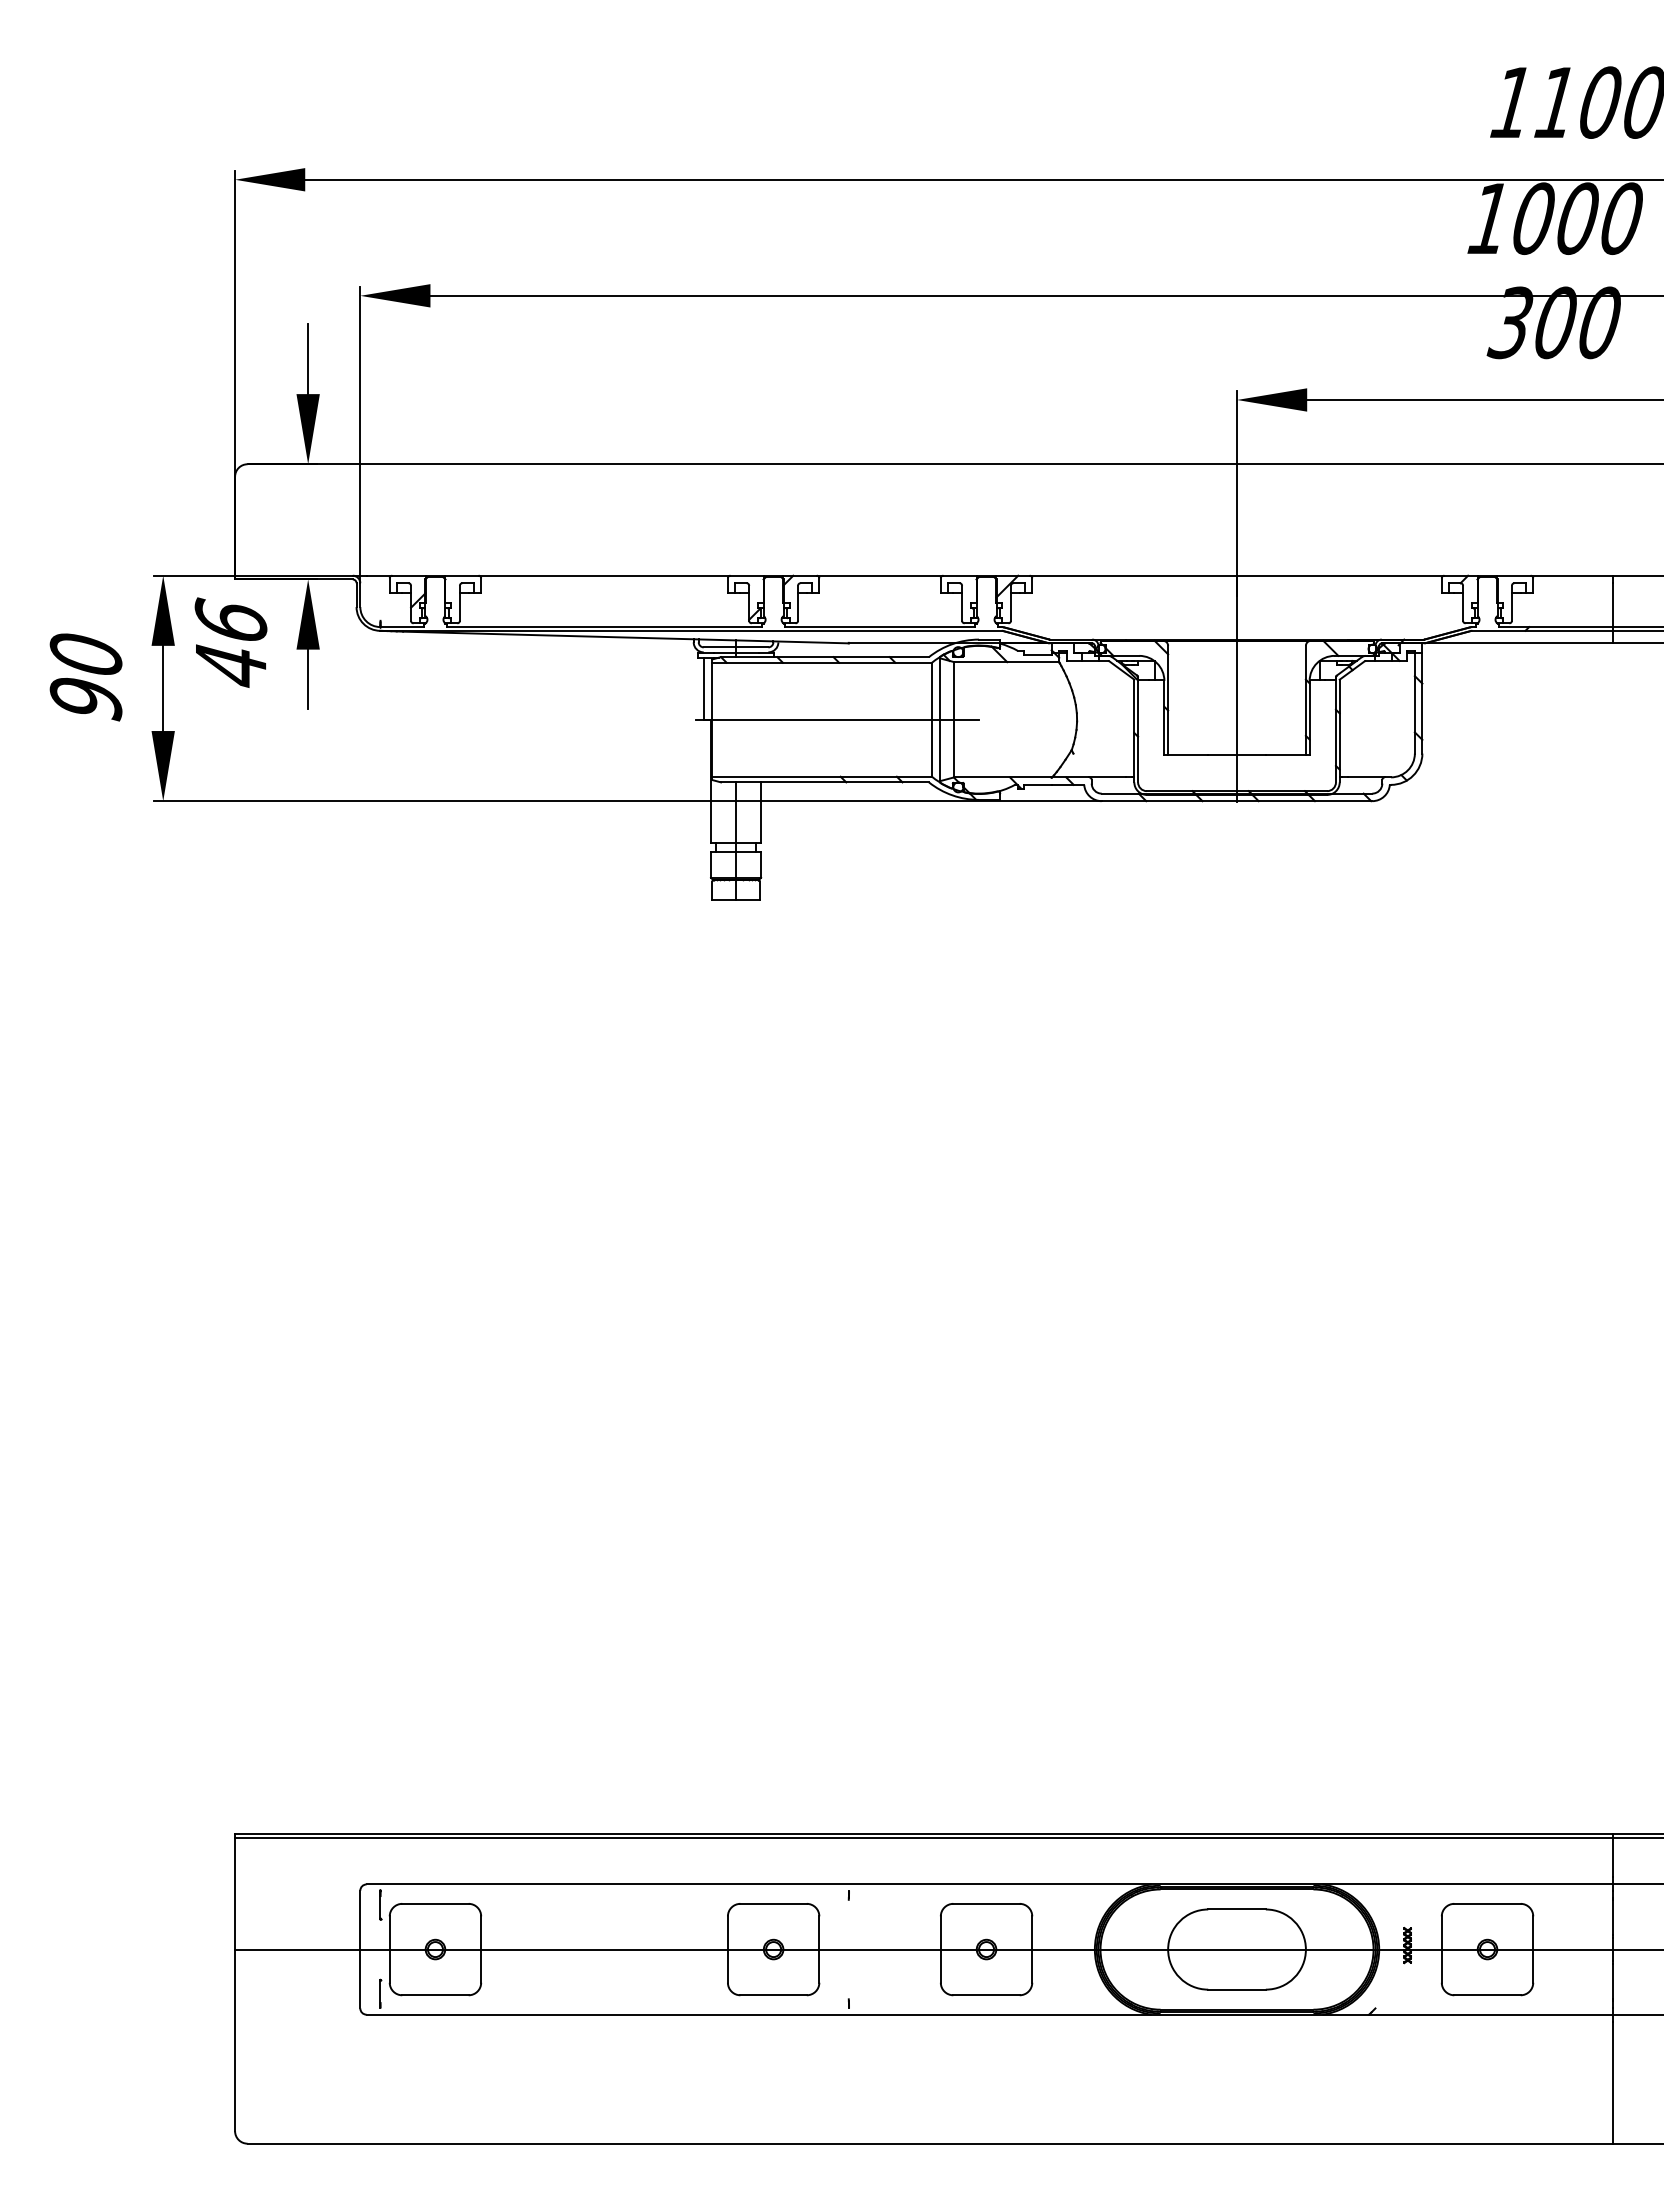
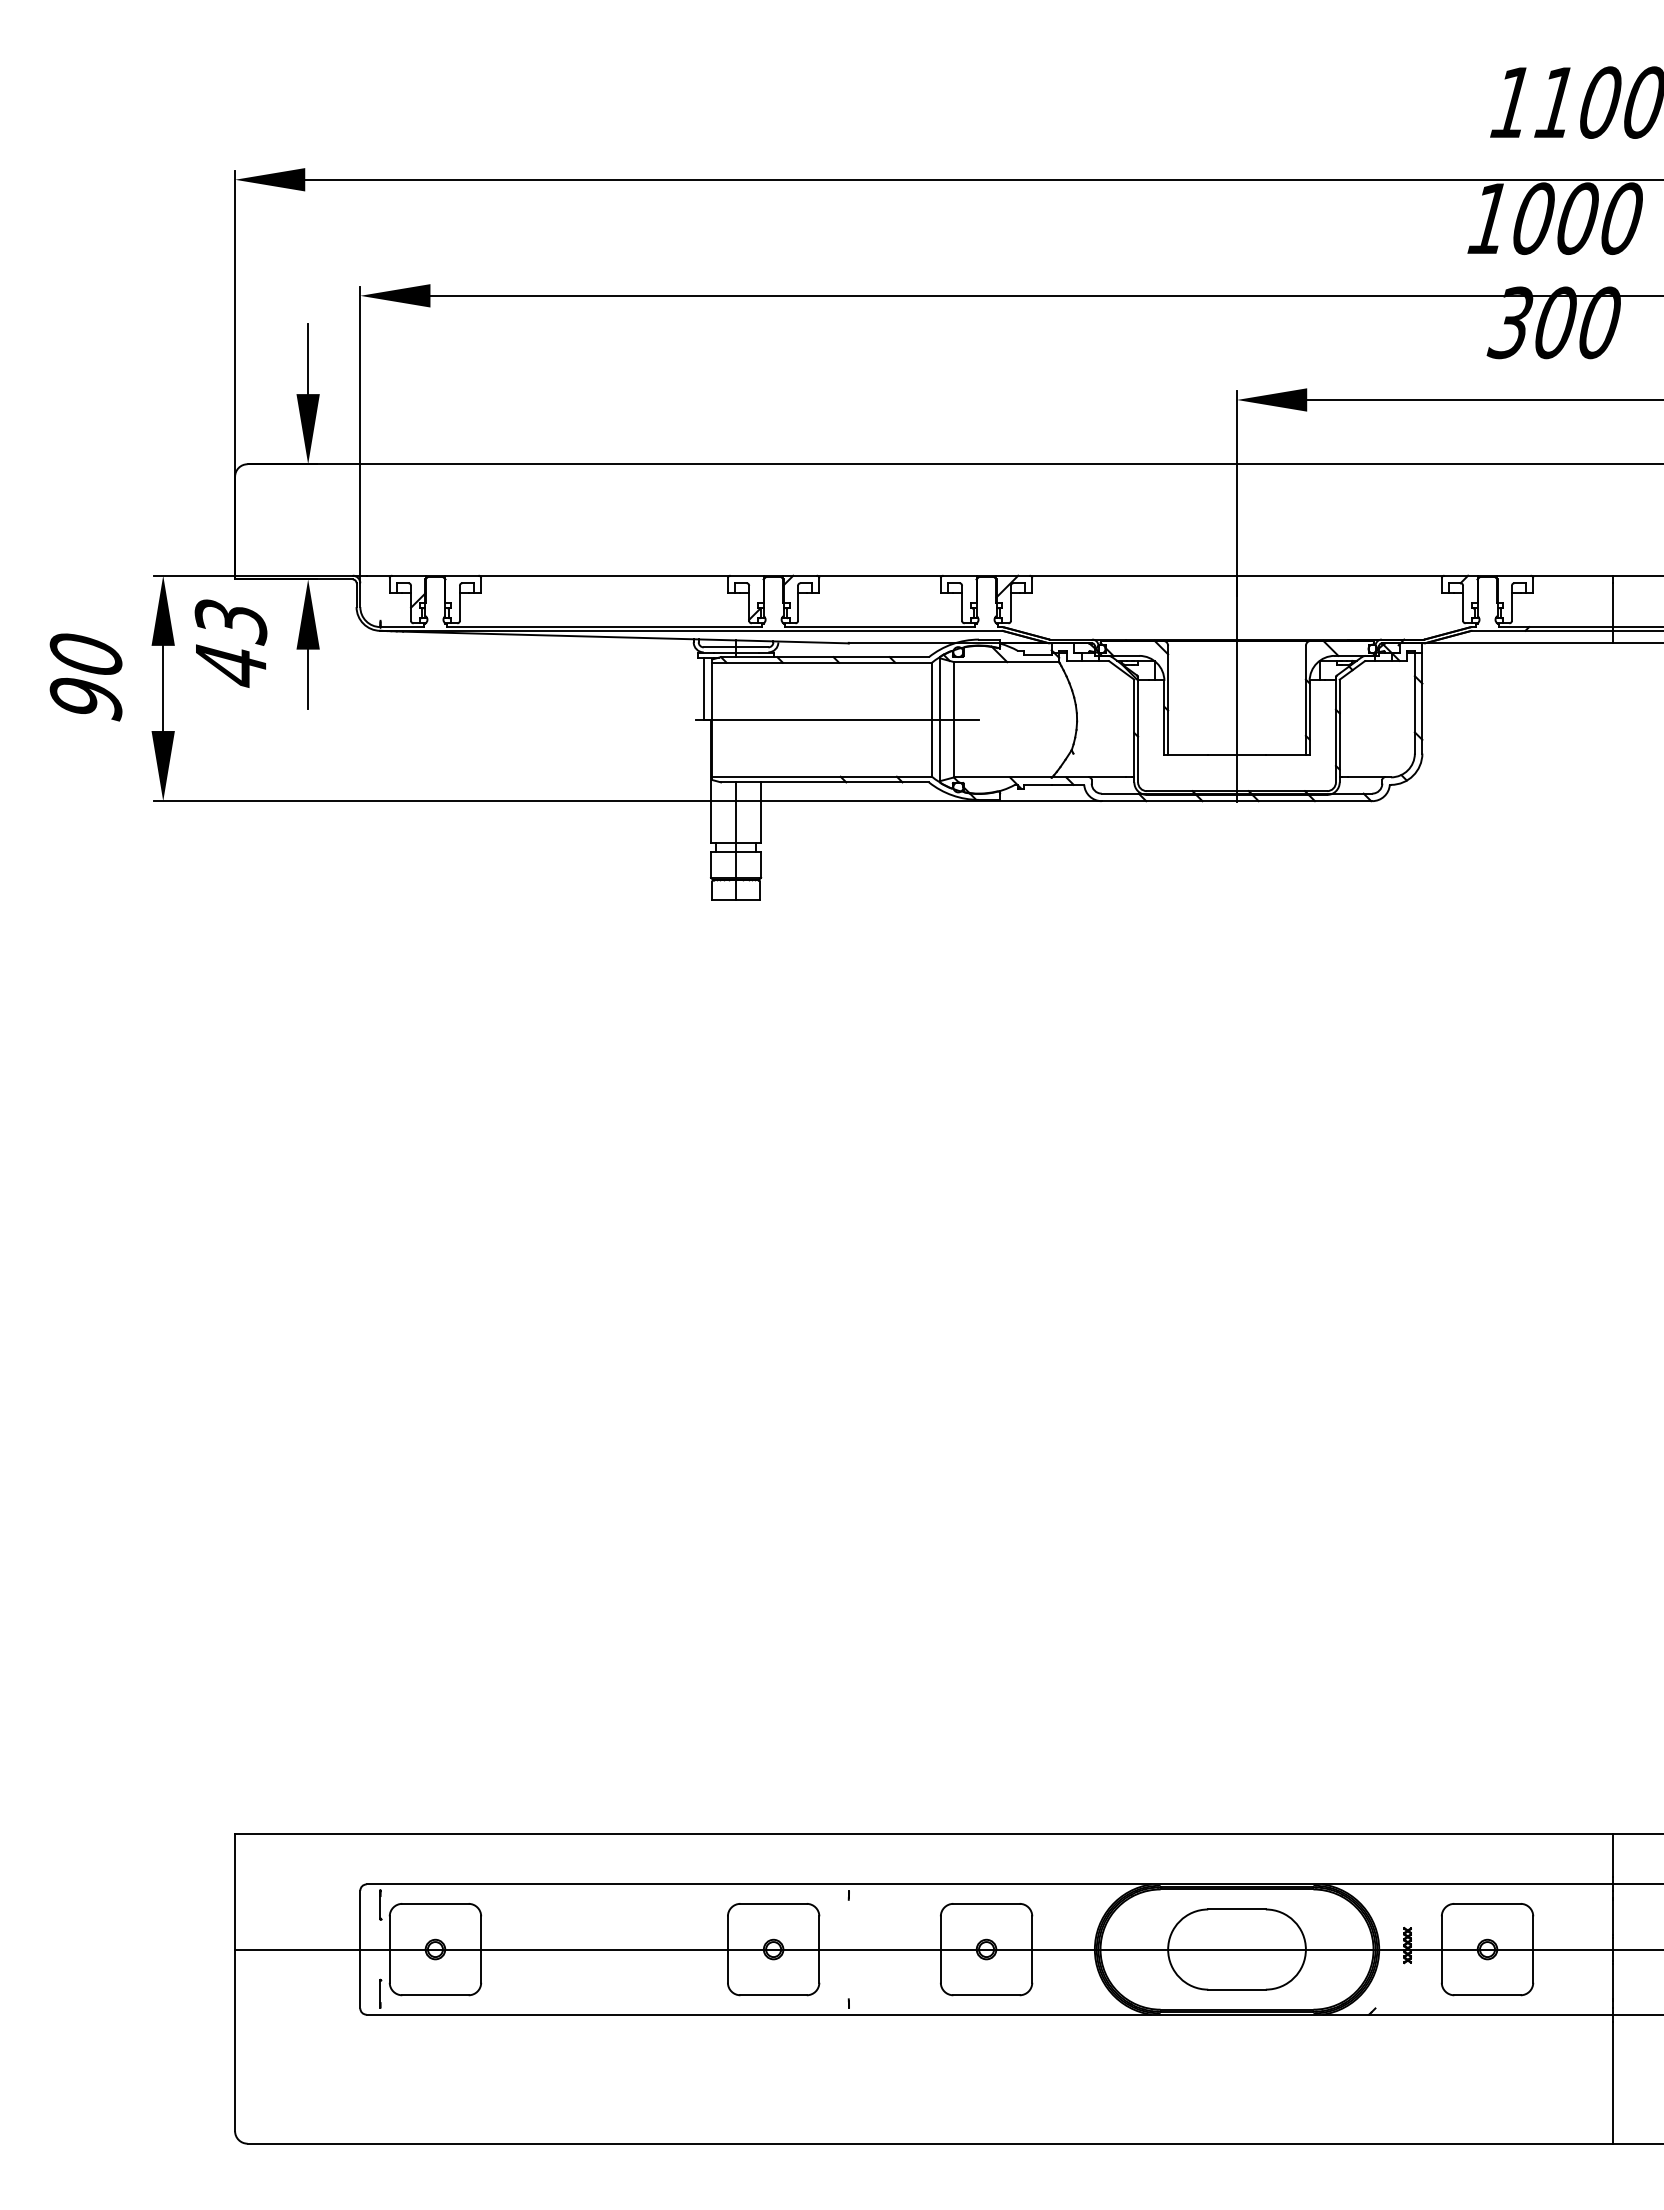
text at (230, 621): 46 -> 43
line at (947, 1838): present -> none
